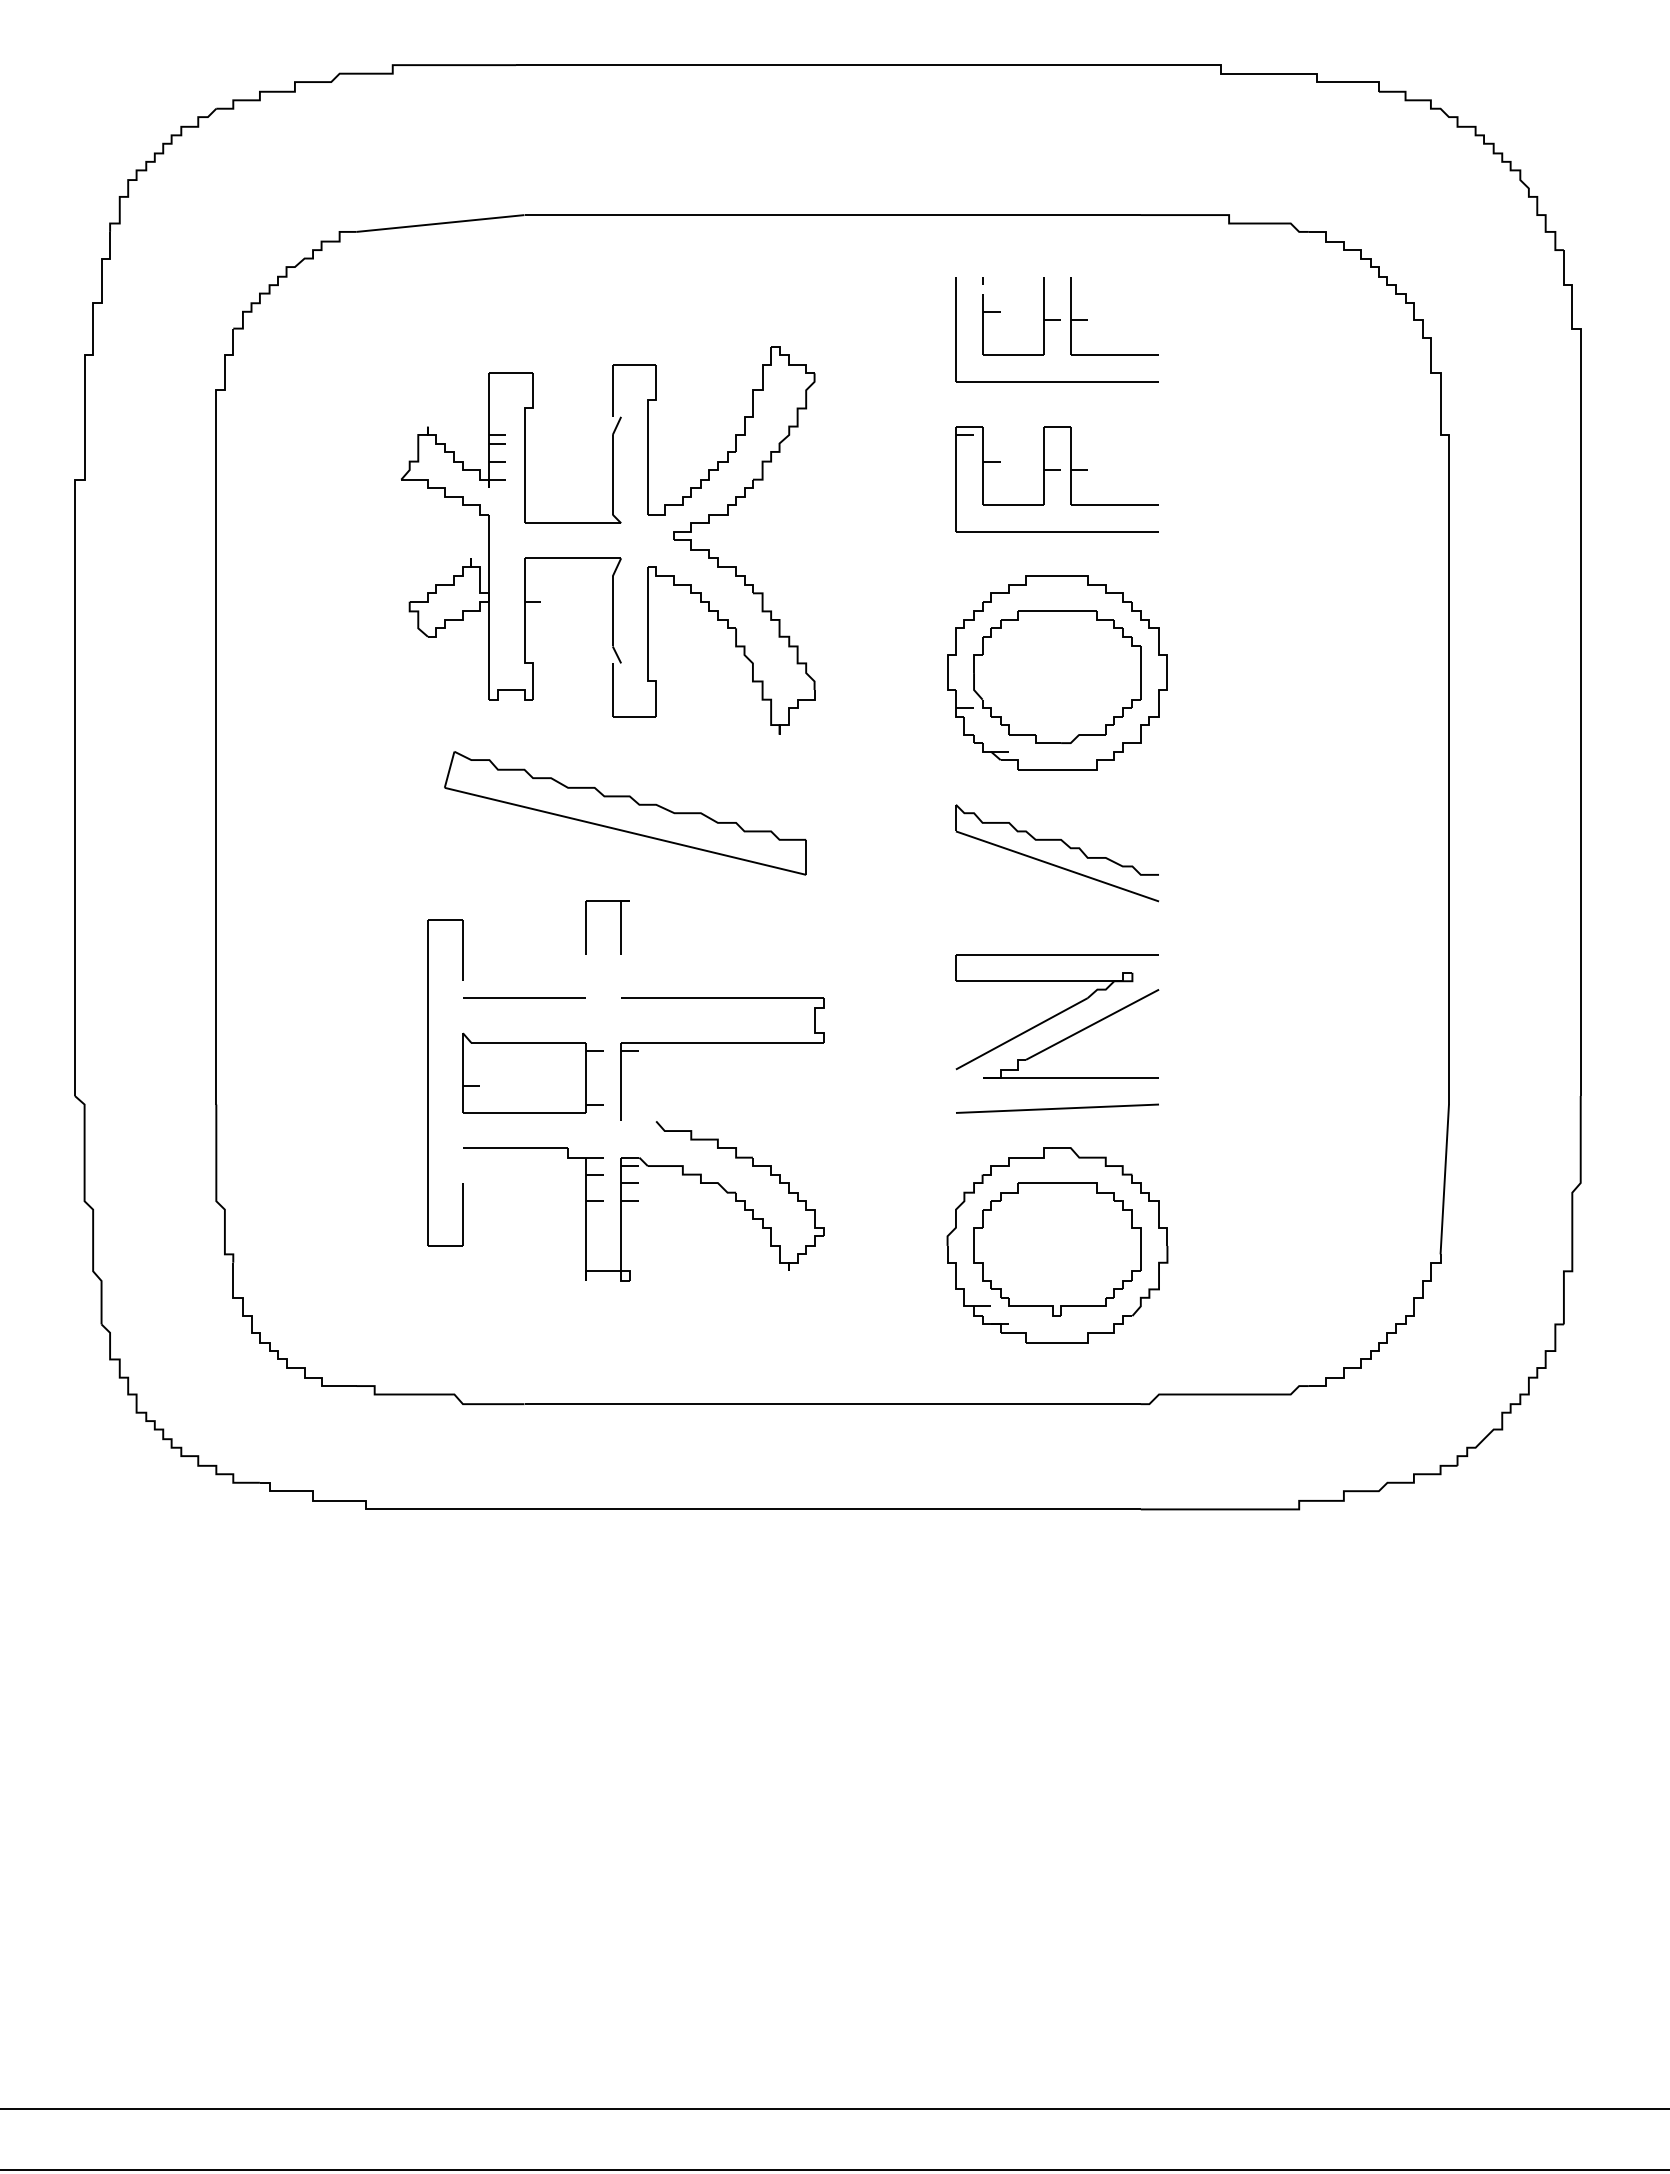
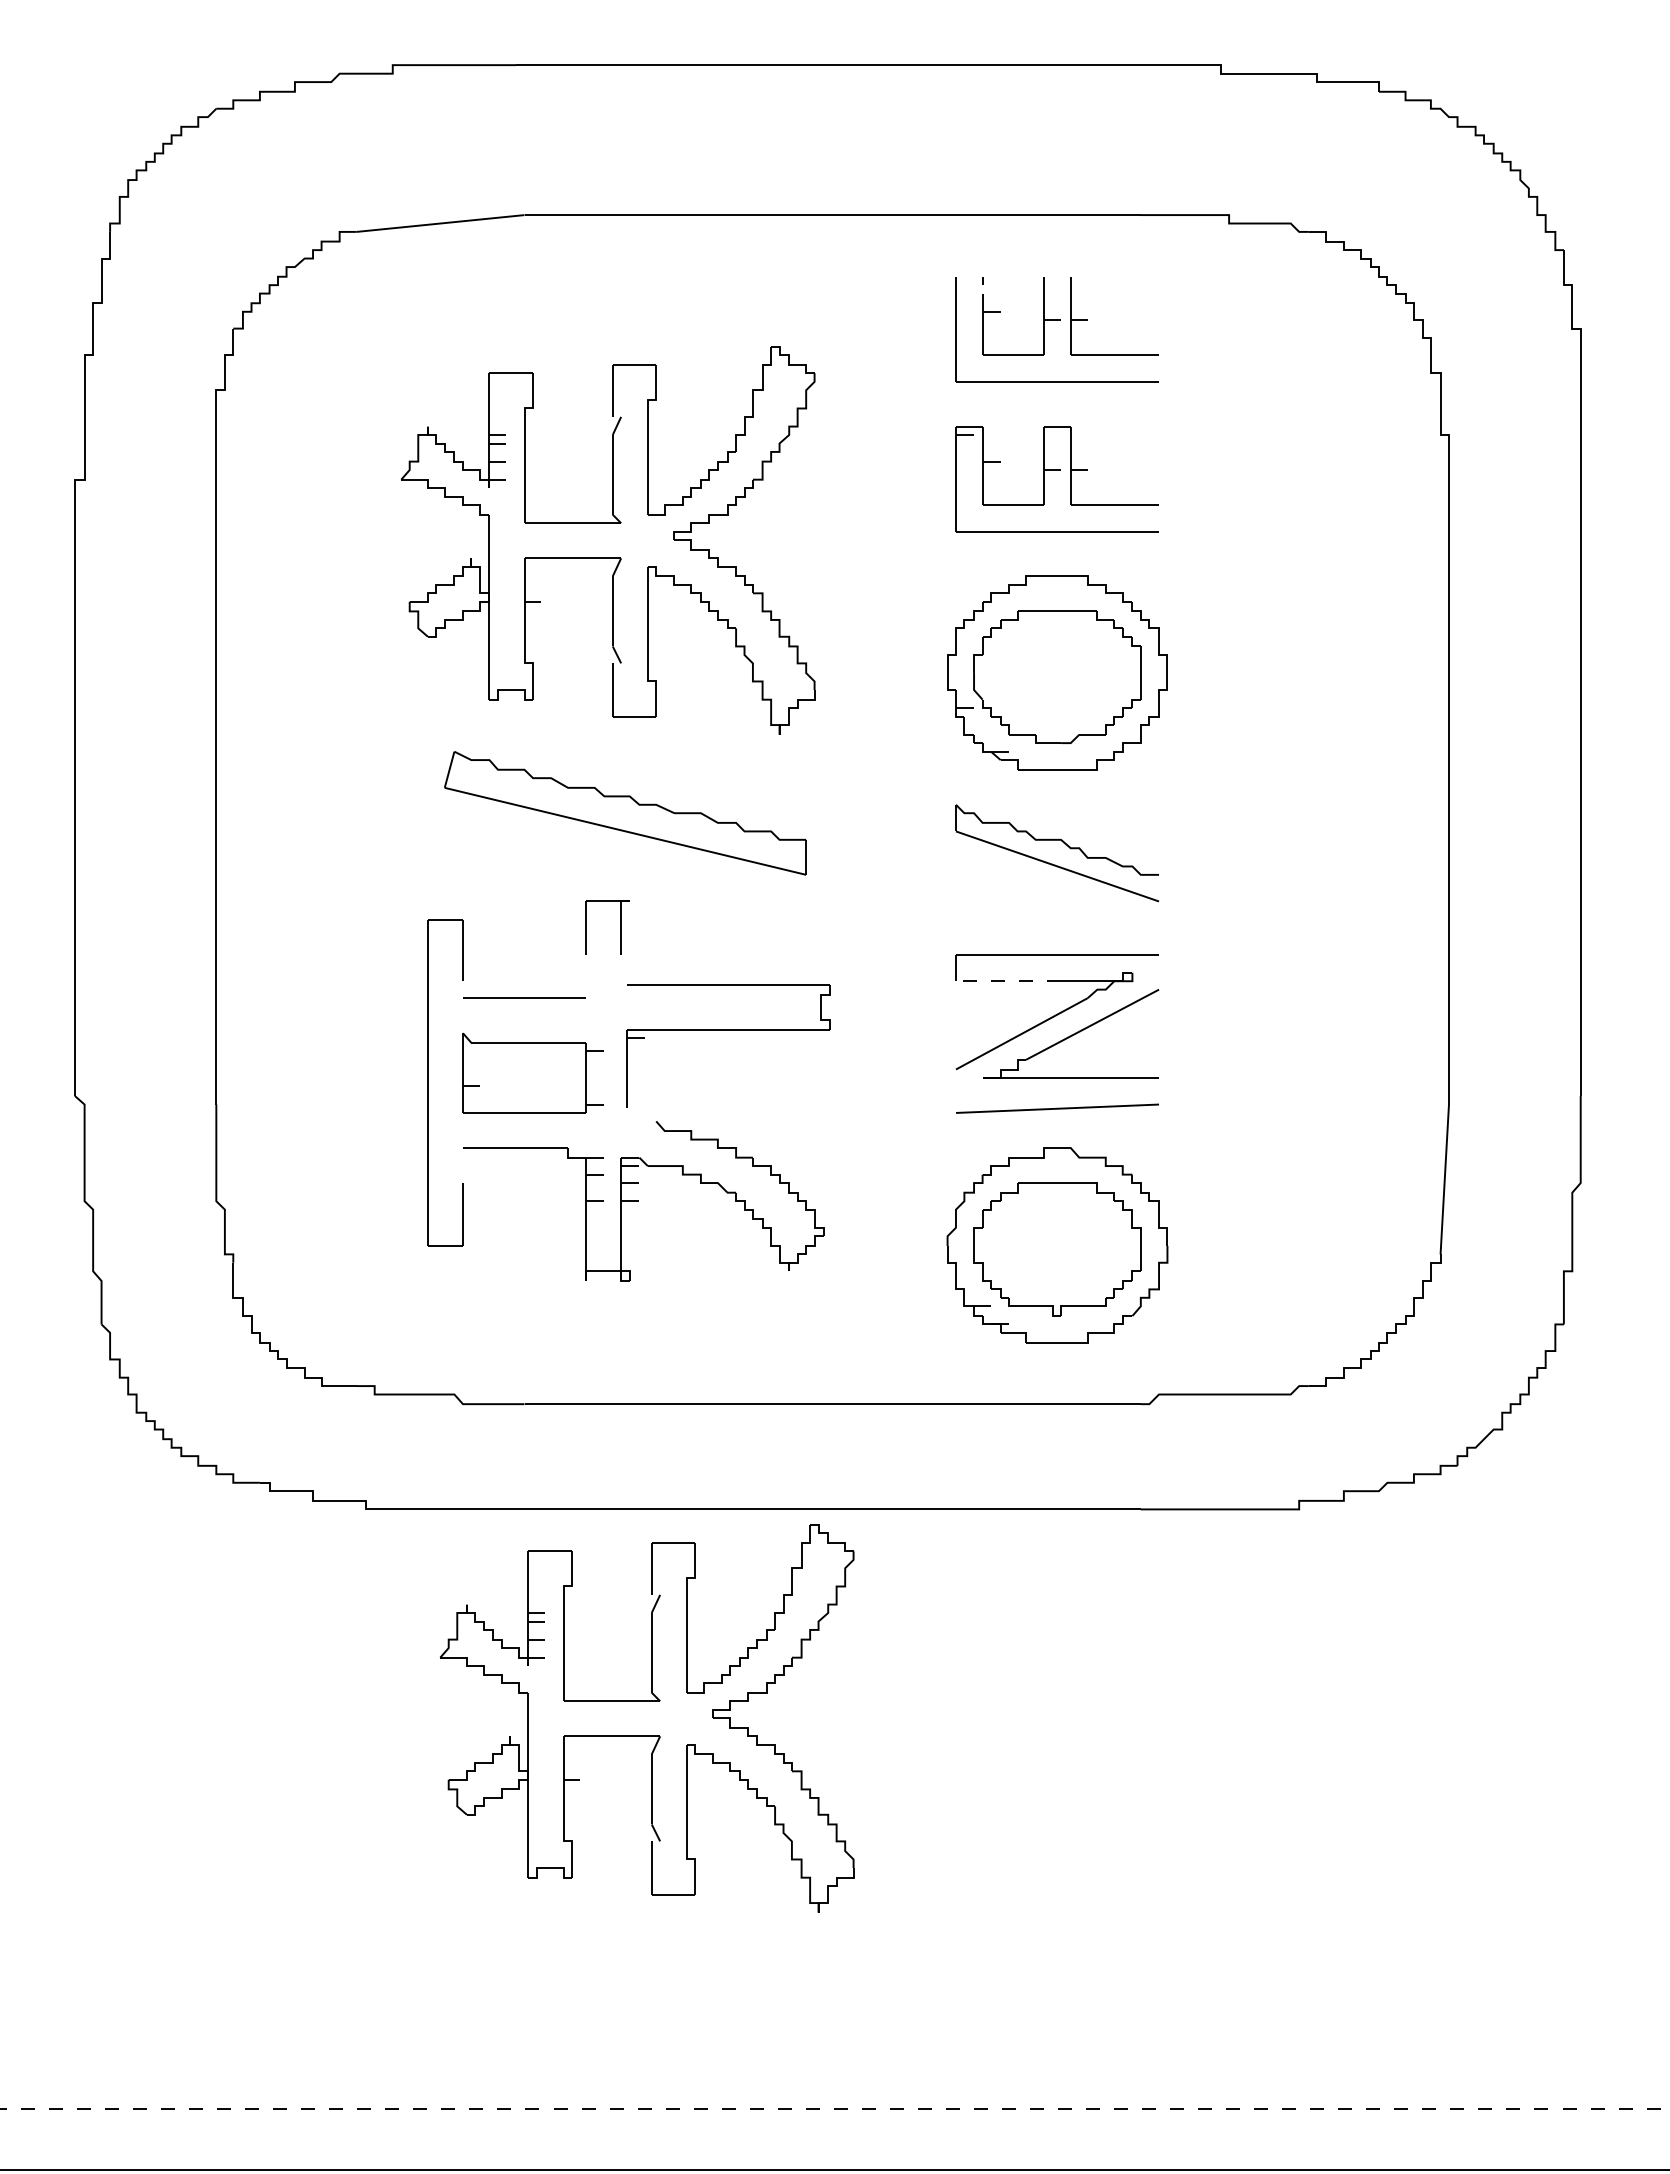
line at (1008, 981): solid -> dashed
part at (722, 1043) position: (722, 1043) -> (728, 1030)
part at (647, 1701): none -> present
line at (835, 2108): solid -> dashed
